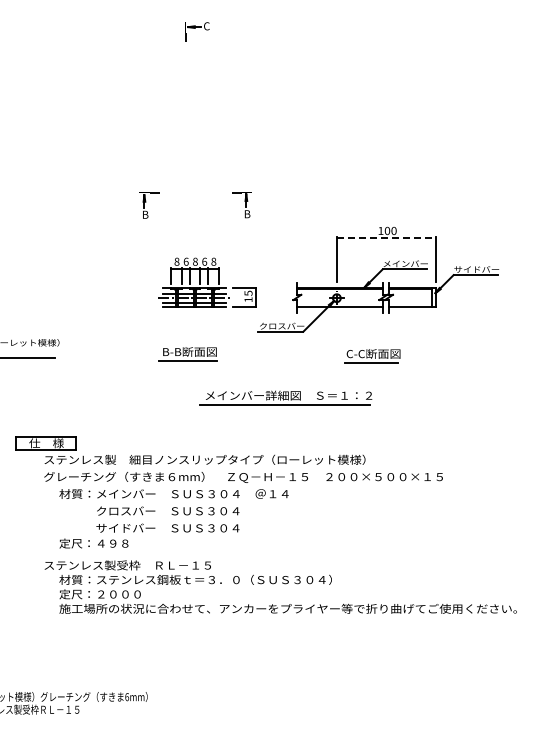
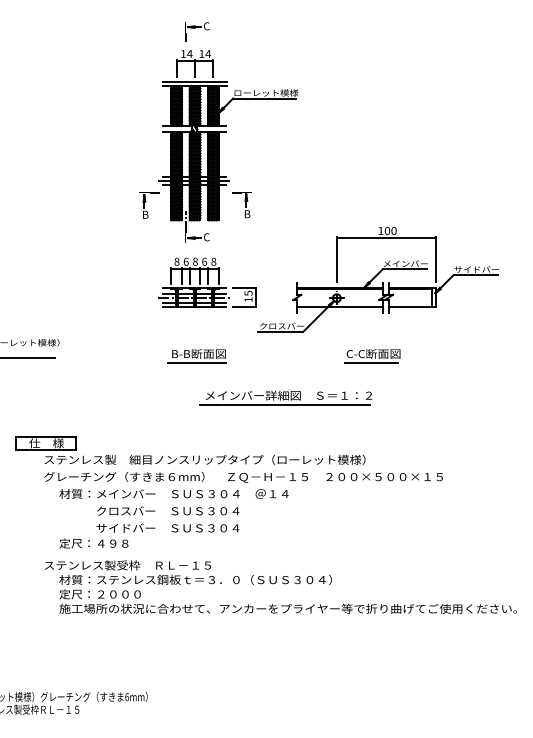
part at (219, 146): none -> present
line at (386, 238): dashed -> solid
part at (187, 354) position: (187, 354) -> (196, 356)
